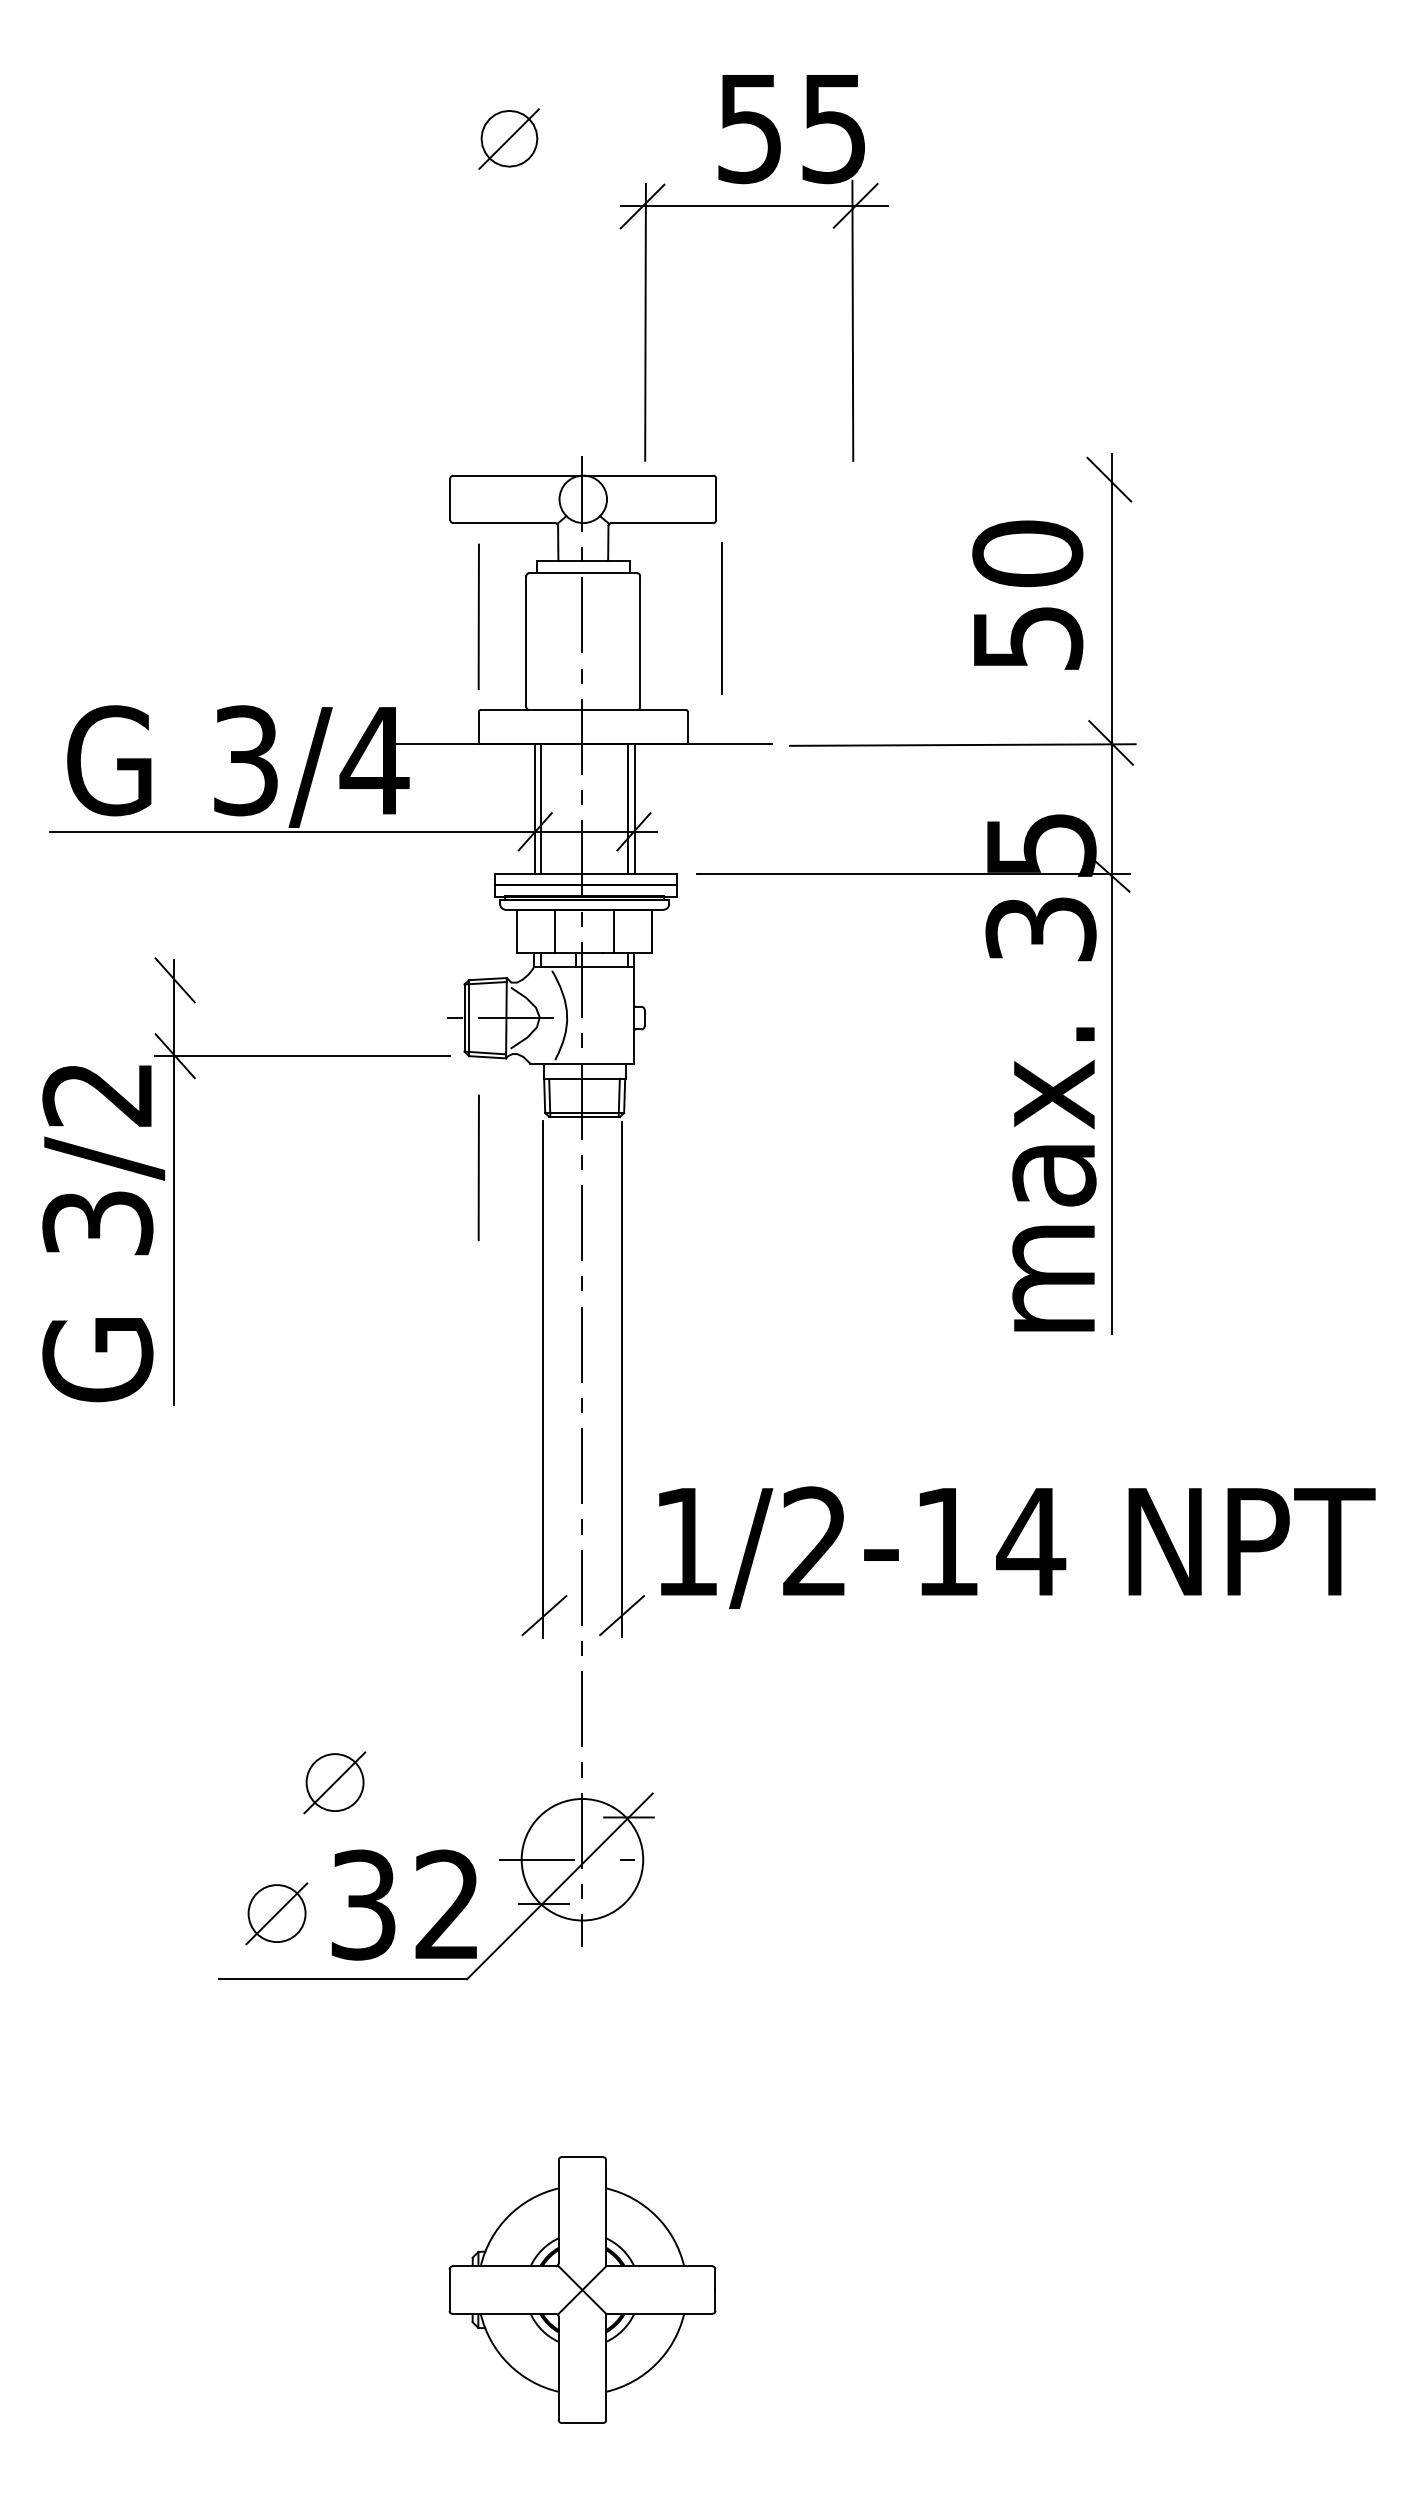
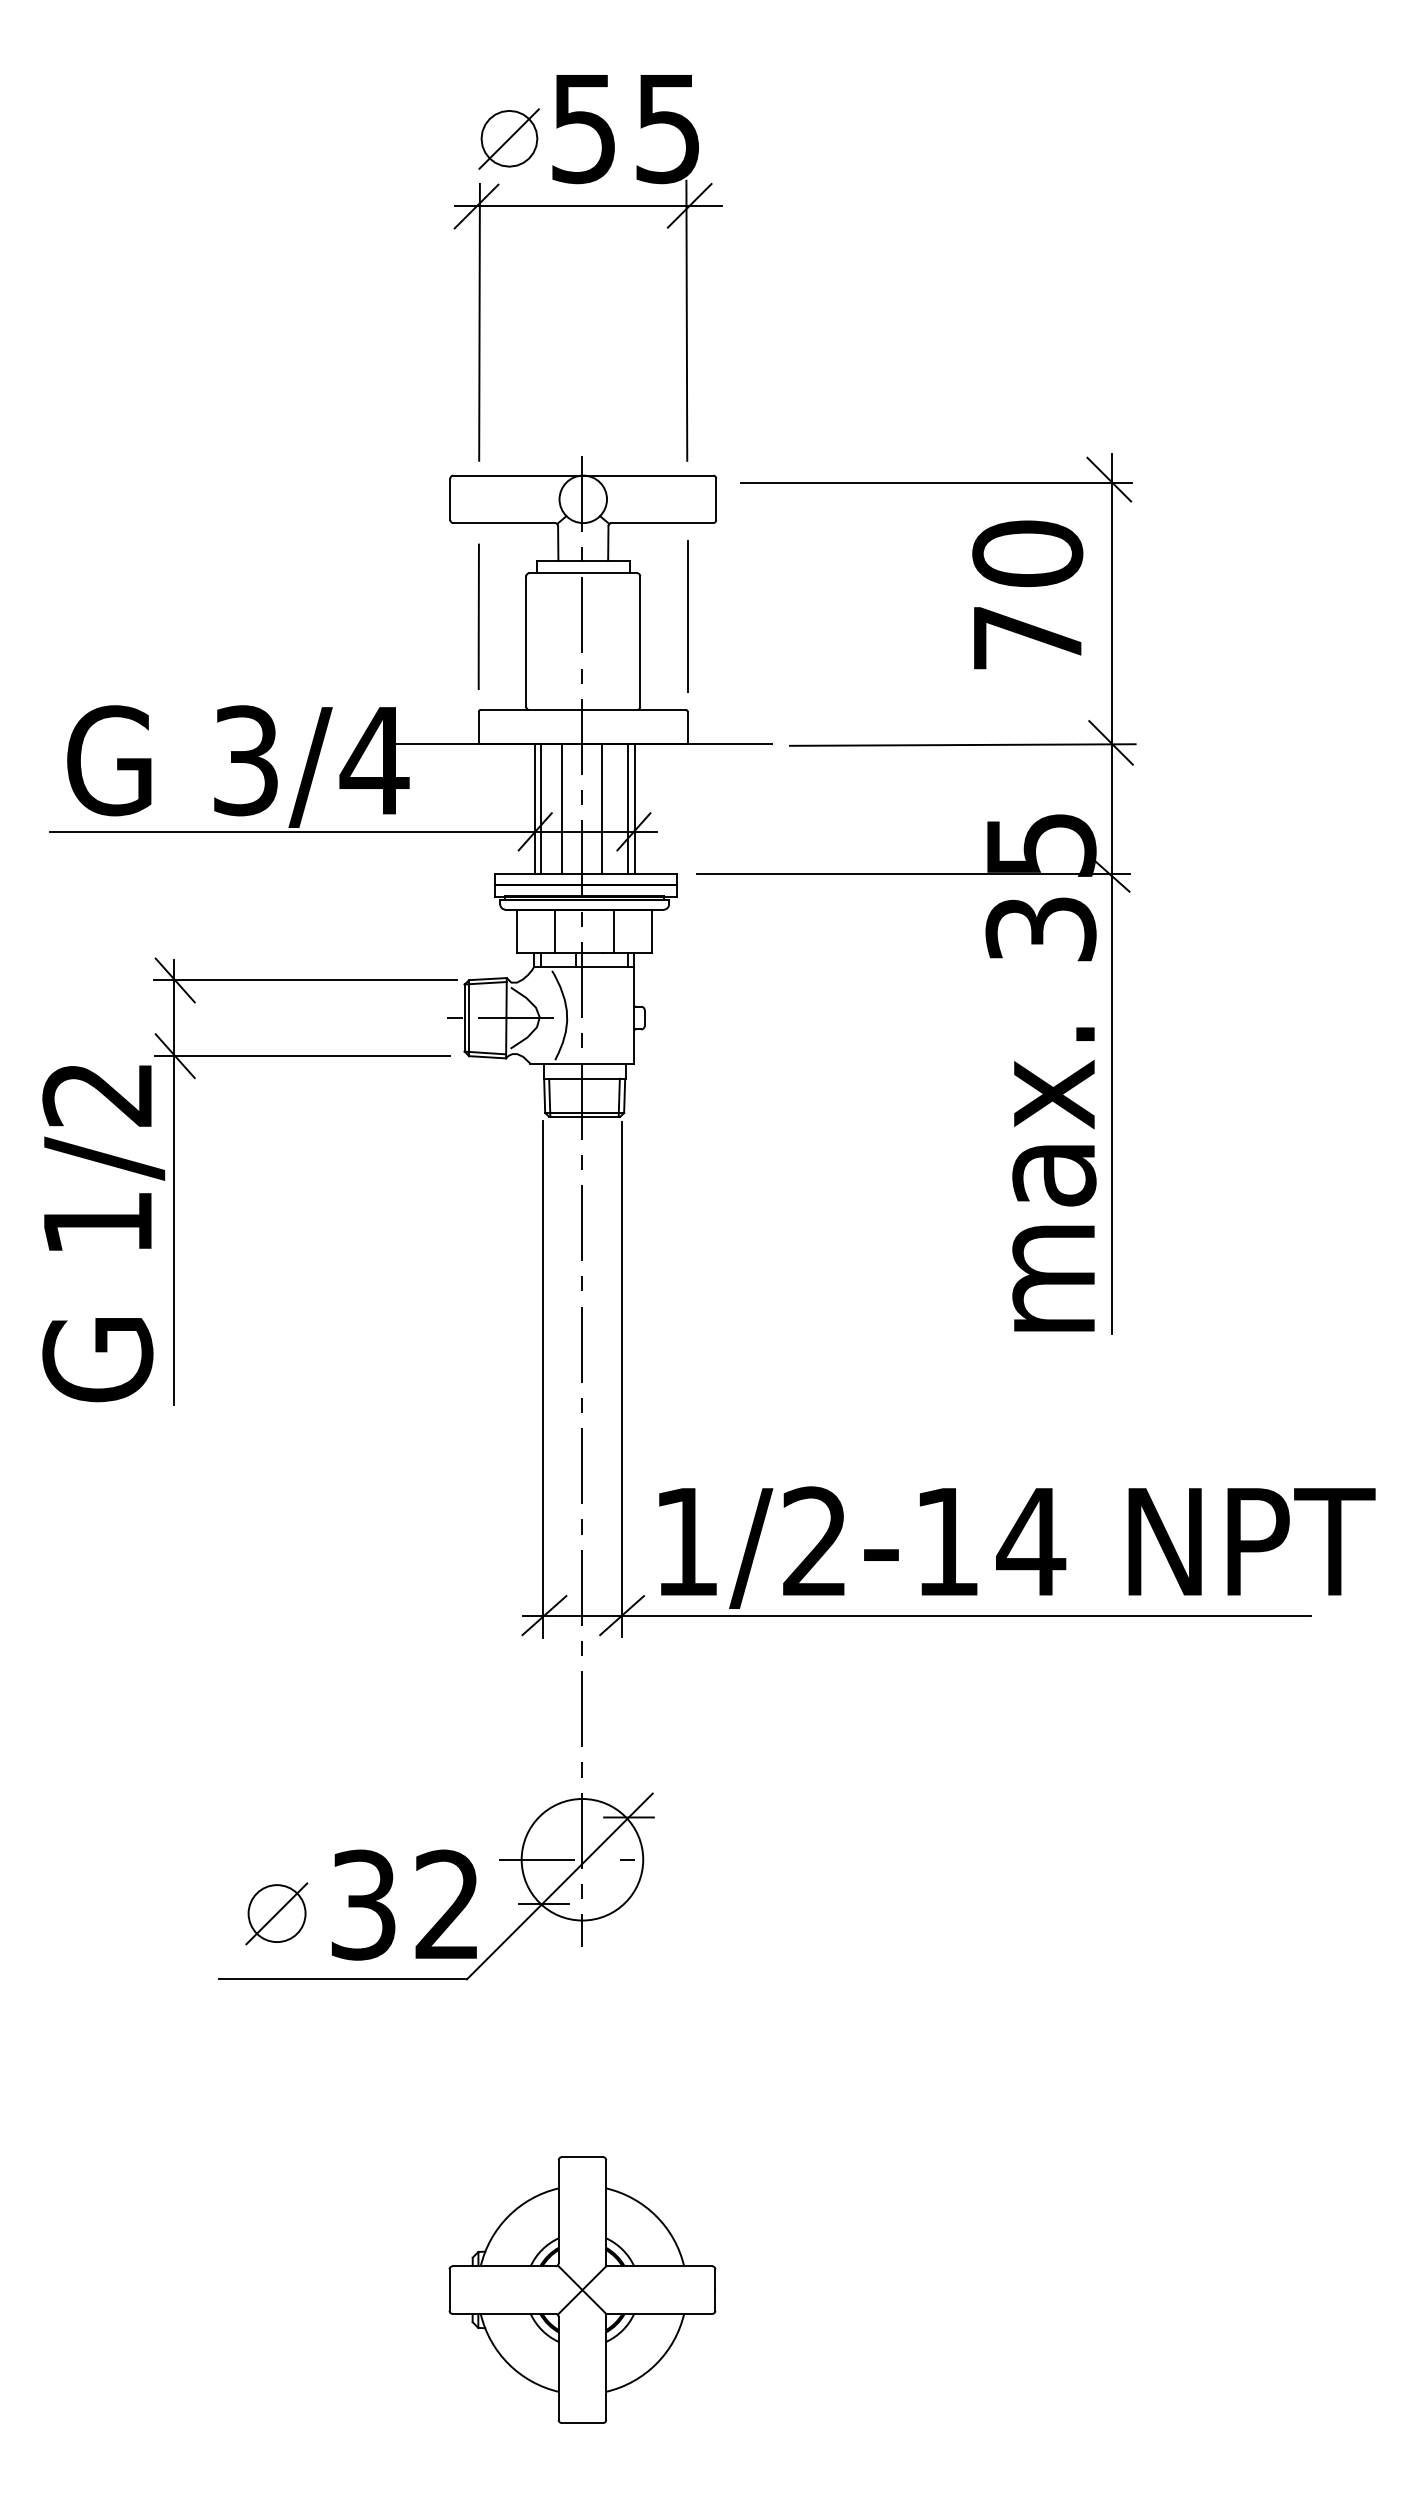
part at (753, 206) position: (753, 206) -> (587, 206)
line at (936, 482): none -> present
line at (721, 618) position: (721, 618) -> (687, 616)
text at (1028, 638): 50 -> 70
line at (561, 808): none -> present
line at (602, 808): none -> present
line at (305, 980): none -> present
line at (478, 1167): present -> none
text at (97, 1223): 3/2 -> 1/2
line at (916, 1615): none -> present
part at (334, 1782): present -> none
